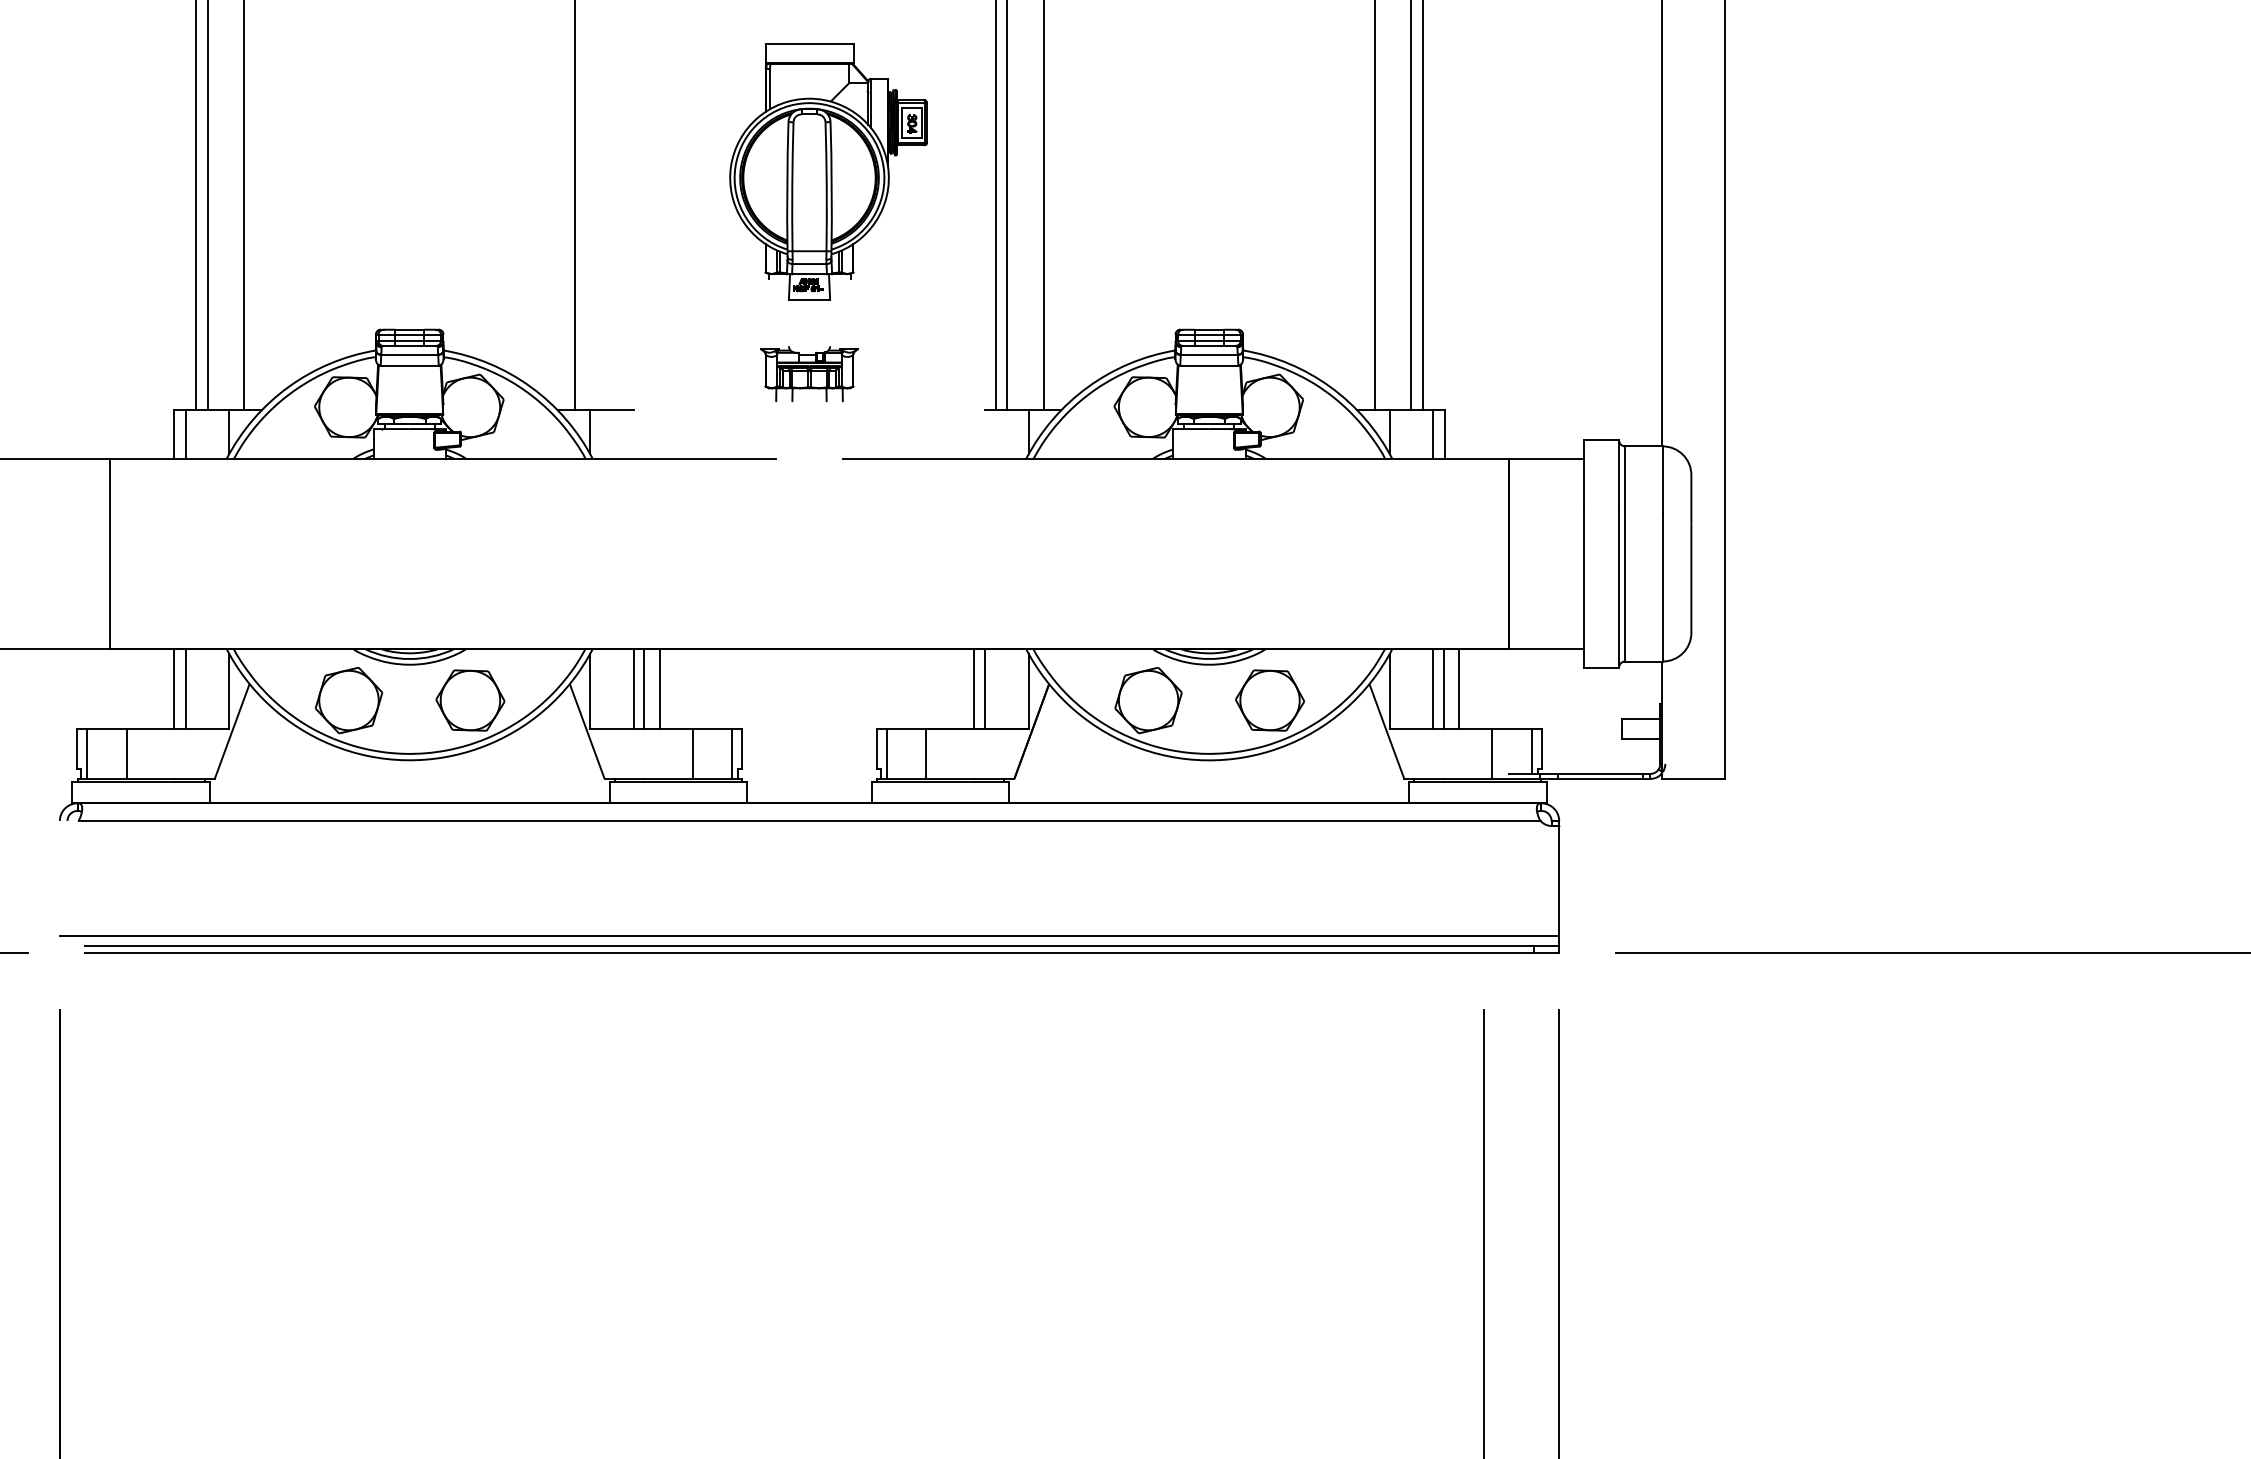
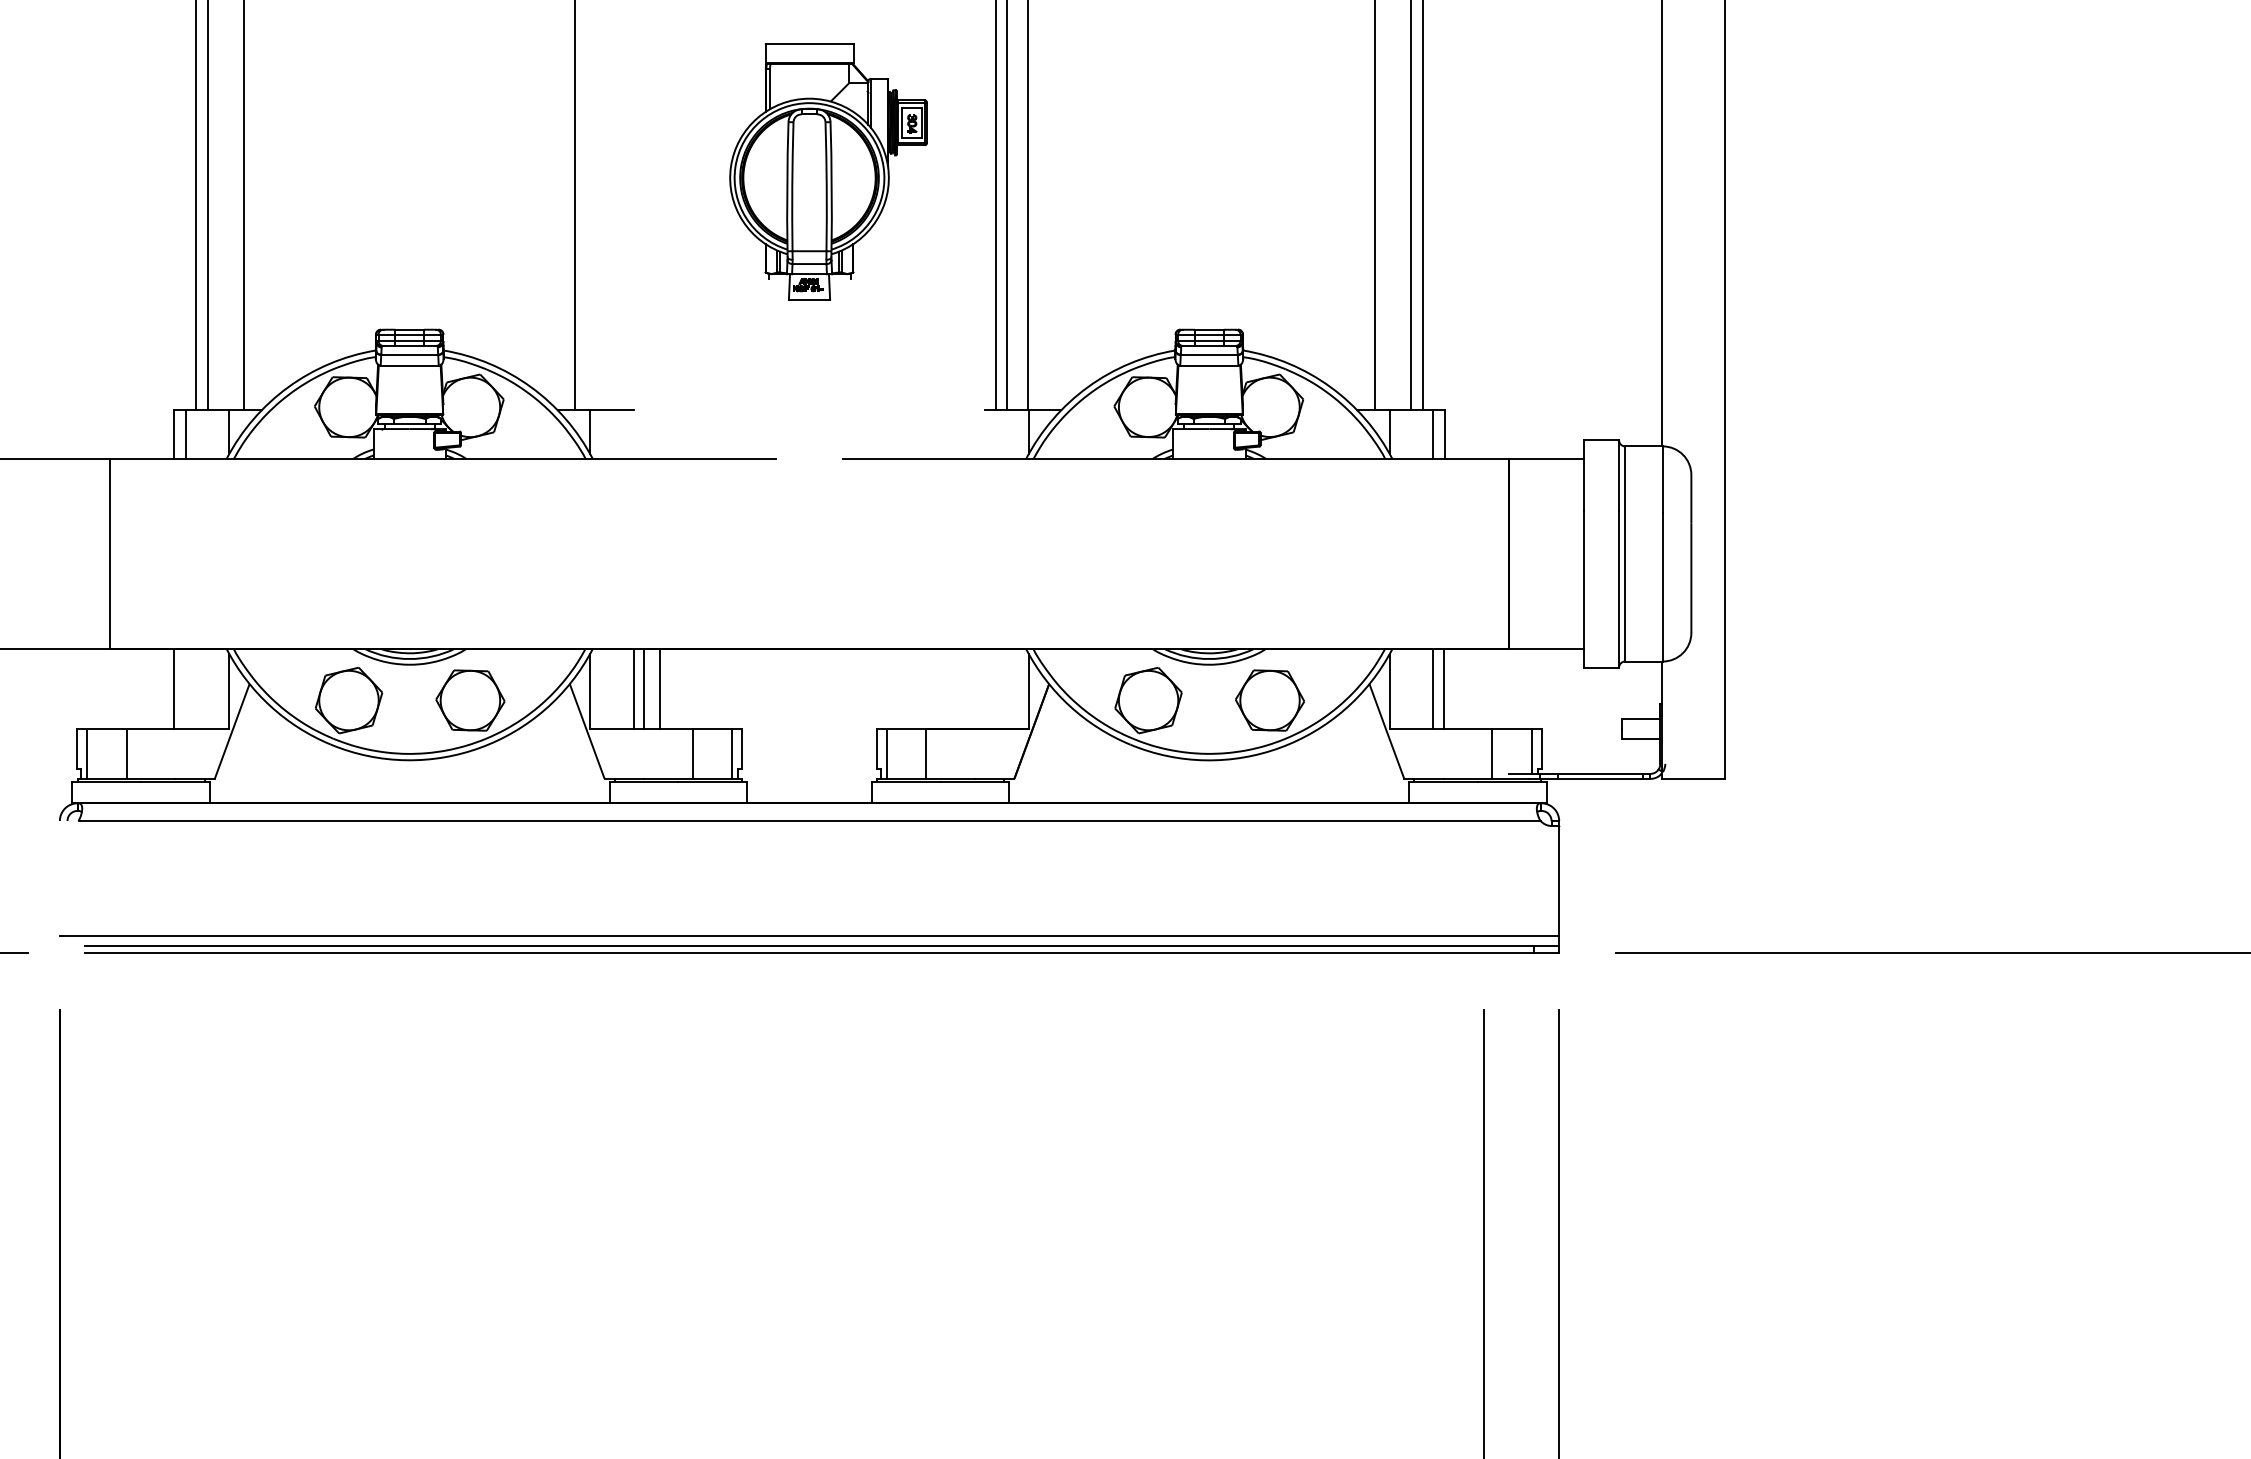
line at (1043, 206) position: (1043, 206) -> (1027, 206)
part at (809, 373): present -> none
line at (185, 688): present -> none
line at (973, 688): present -> none
line at (985, 688): present -> none
line at (1459, 688): present -> none
